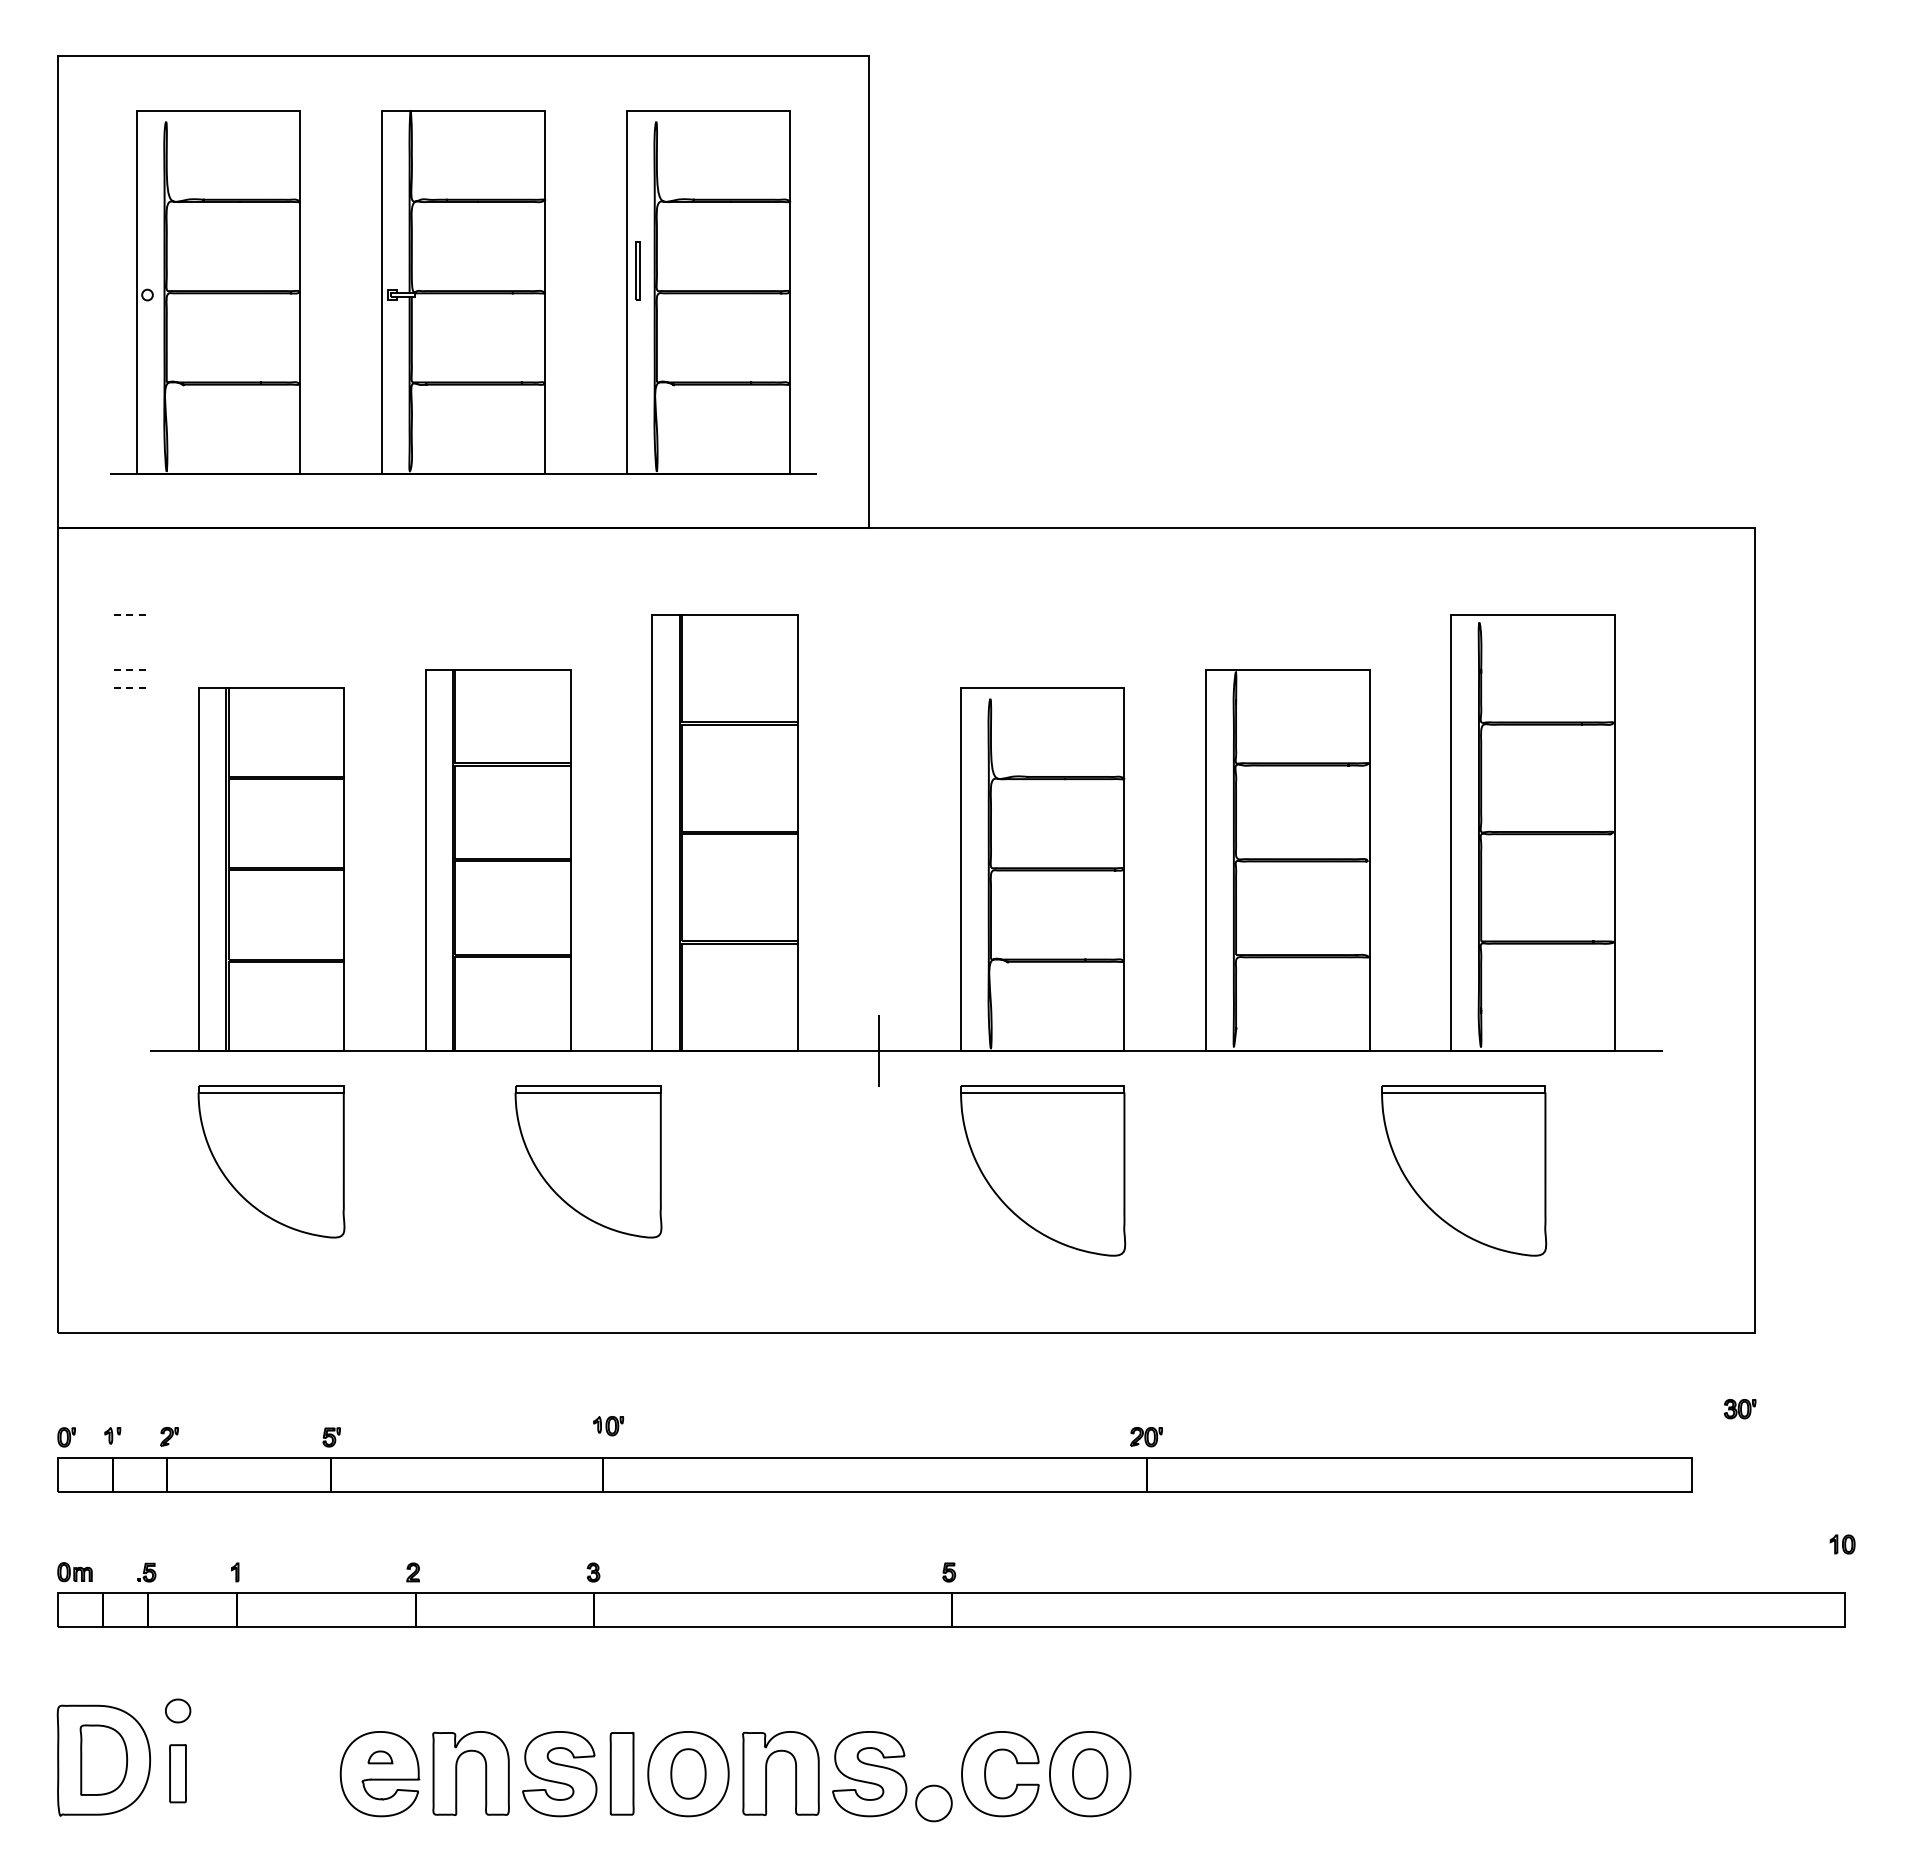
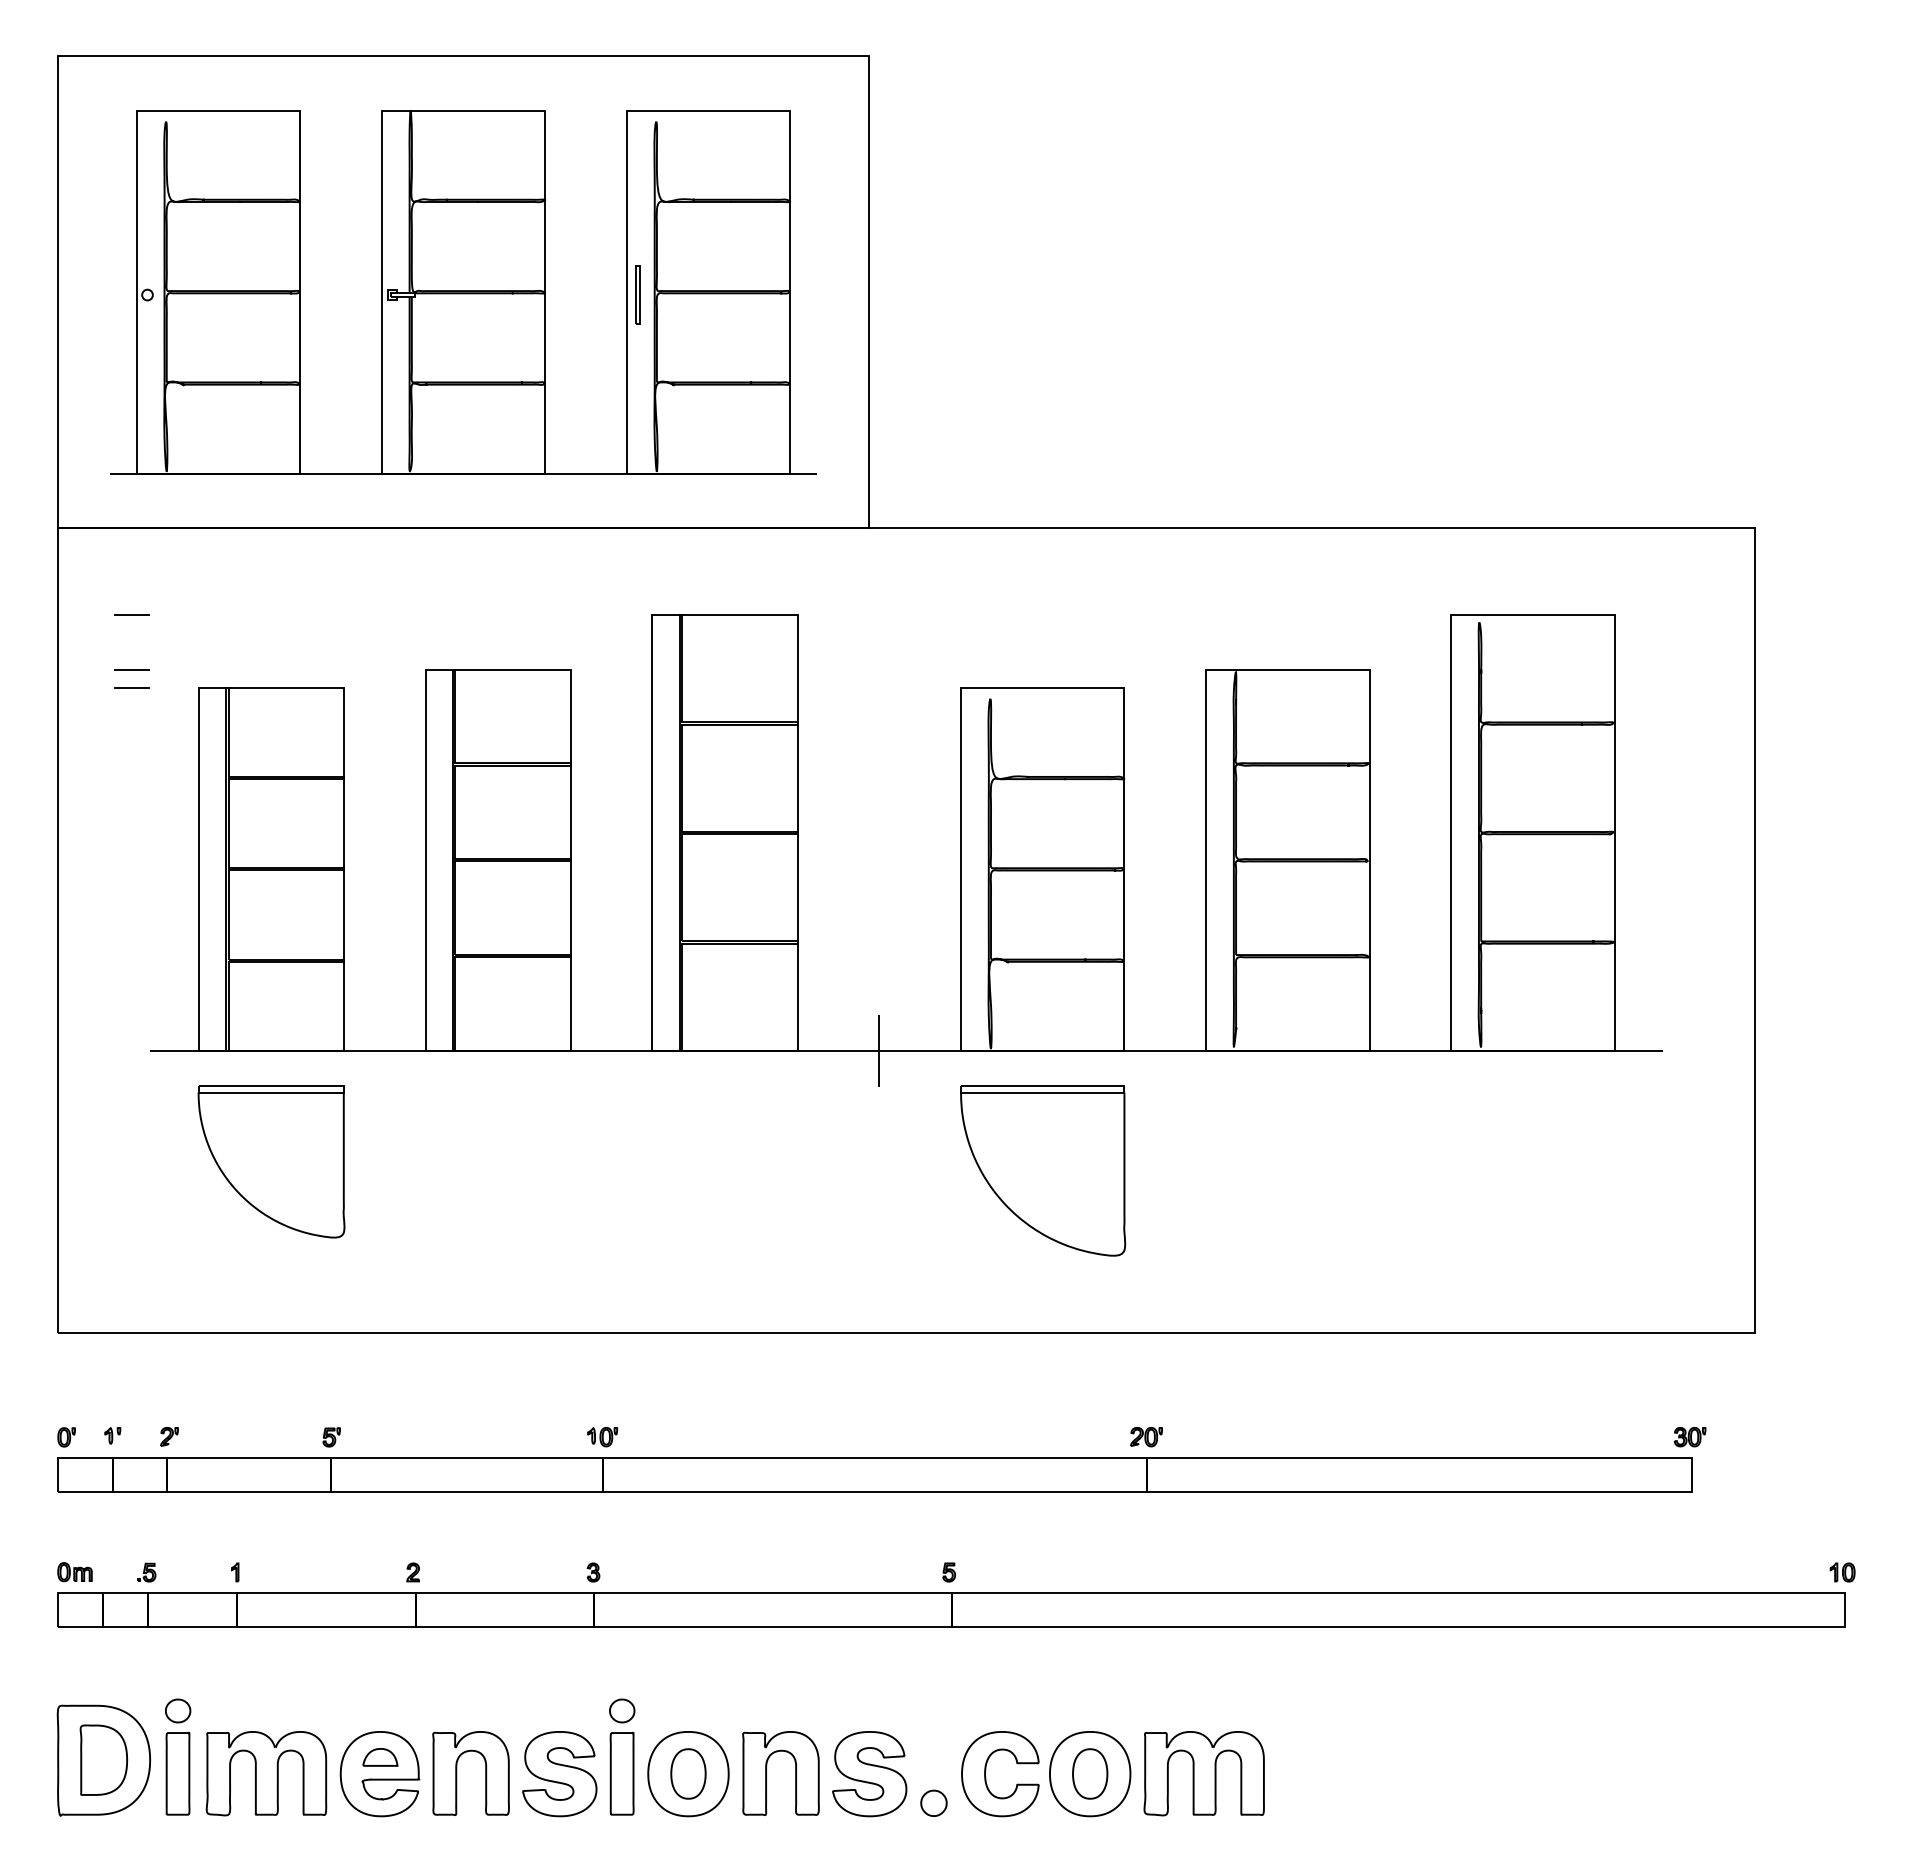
part at (637, 270) position: (637, 270) -> (637, 294)
line at (132, 615): dashed -> solid
line at (132, 669): dashed -> solid
line at (132, 687): dashed -> solid
part at (588, 1161): present -> none
part at (1464, 1170): present -> none
part at (1739, 1409) position: (1739, 1409) -> (1689, 1437)
part at (608, 1426) position: (608, 1426) -> (602, 1437)
part at (1842, 1544) position: (1842, 1544) -> (1842, 1572)
part at (622, 1710): none -> present
part at (380, 1757) size: 27x15 px -> 37x19 px
part at (177, 1773) size: 18x60 px -> 26x85 px
part at (266, 1773): none -> present
part at (1203, 1773): none -> present
part at (933, 1803) size: 38x39 px -> 28x28 px
